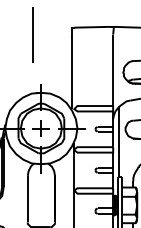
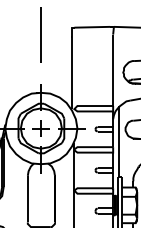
line at (32, 34) position: (32, 34) -> (40, 34)
